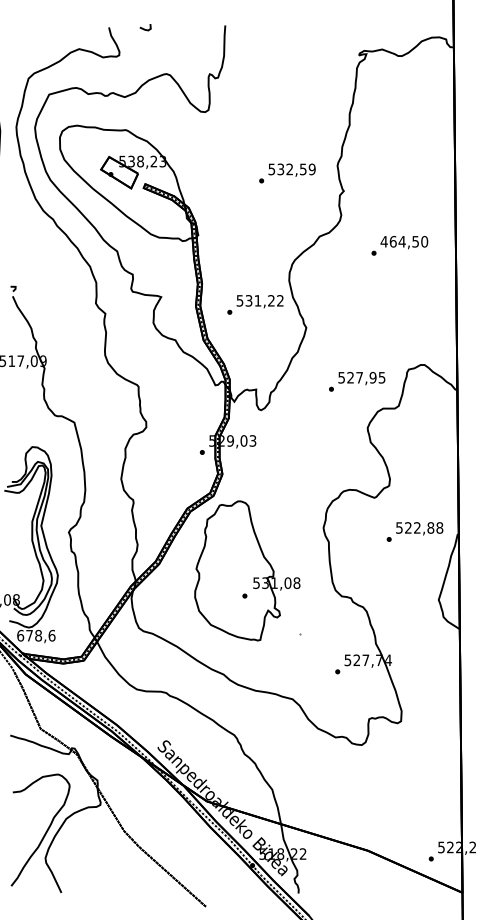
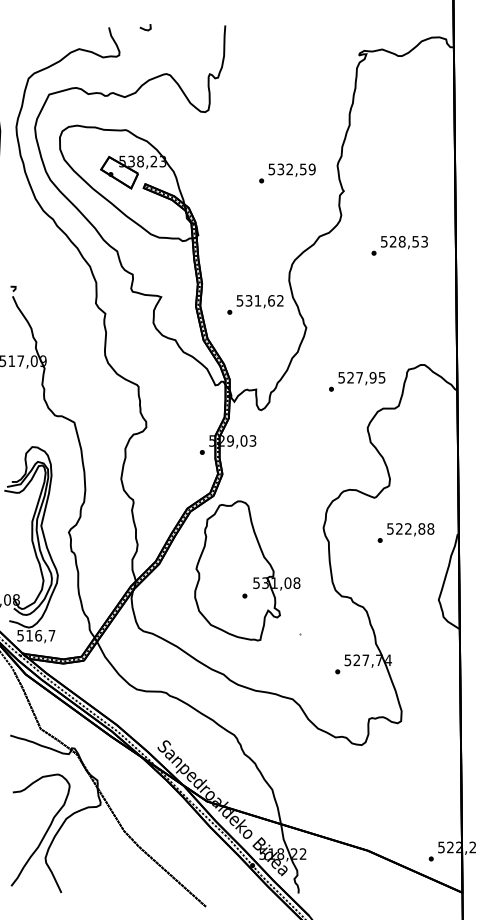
text at (404, 241): 464,50 -> 528,53
text at (271, 300): 531,22 -> 531,62
text at (414, 531) position: (414, 531) -> (405, 532)
text at (36, 635): 678,6 -> 516,7
